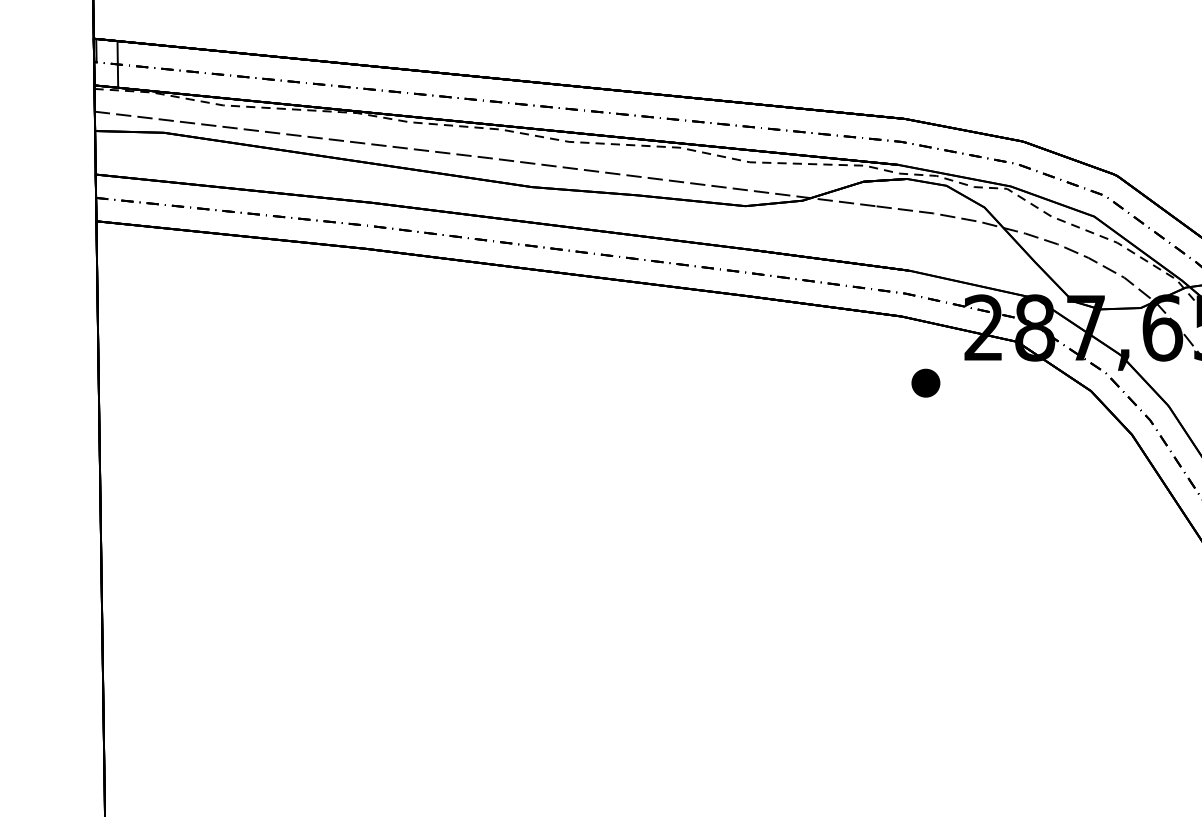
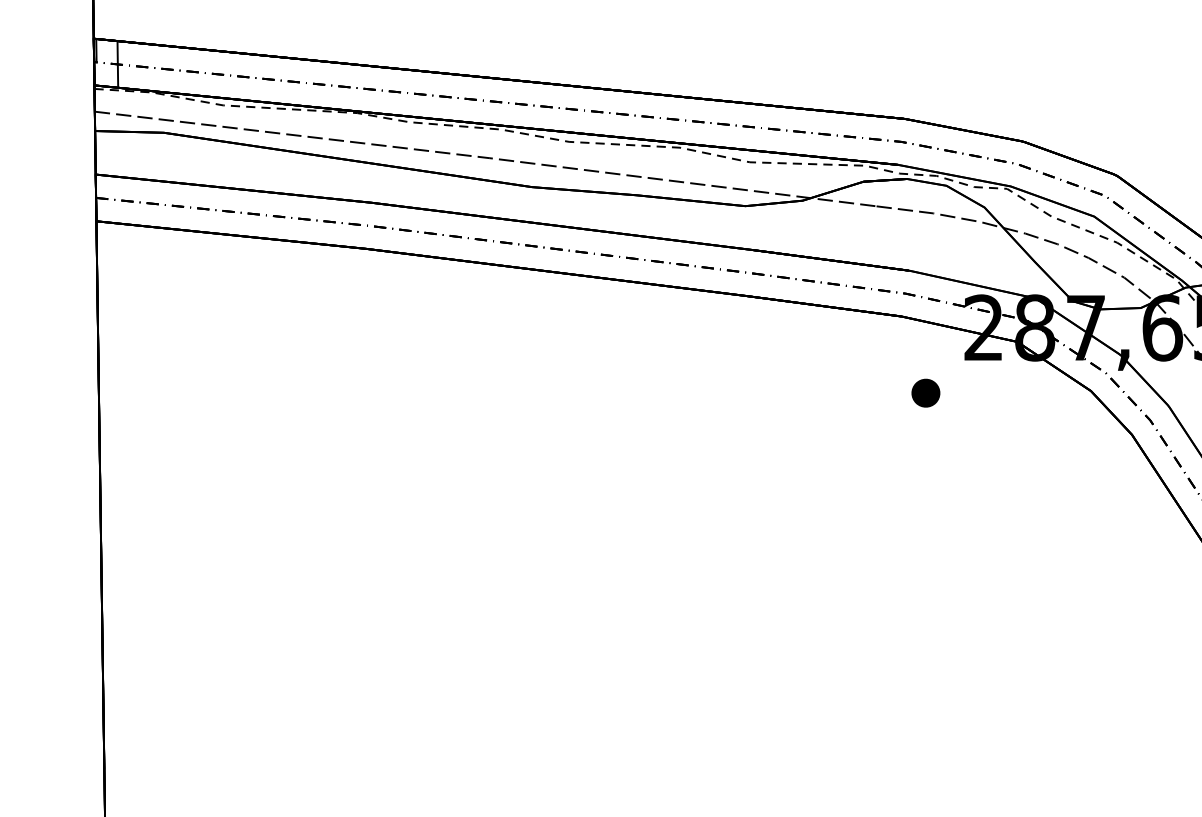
part at (925, 382) position: (925, 382) -> (925, 392)
